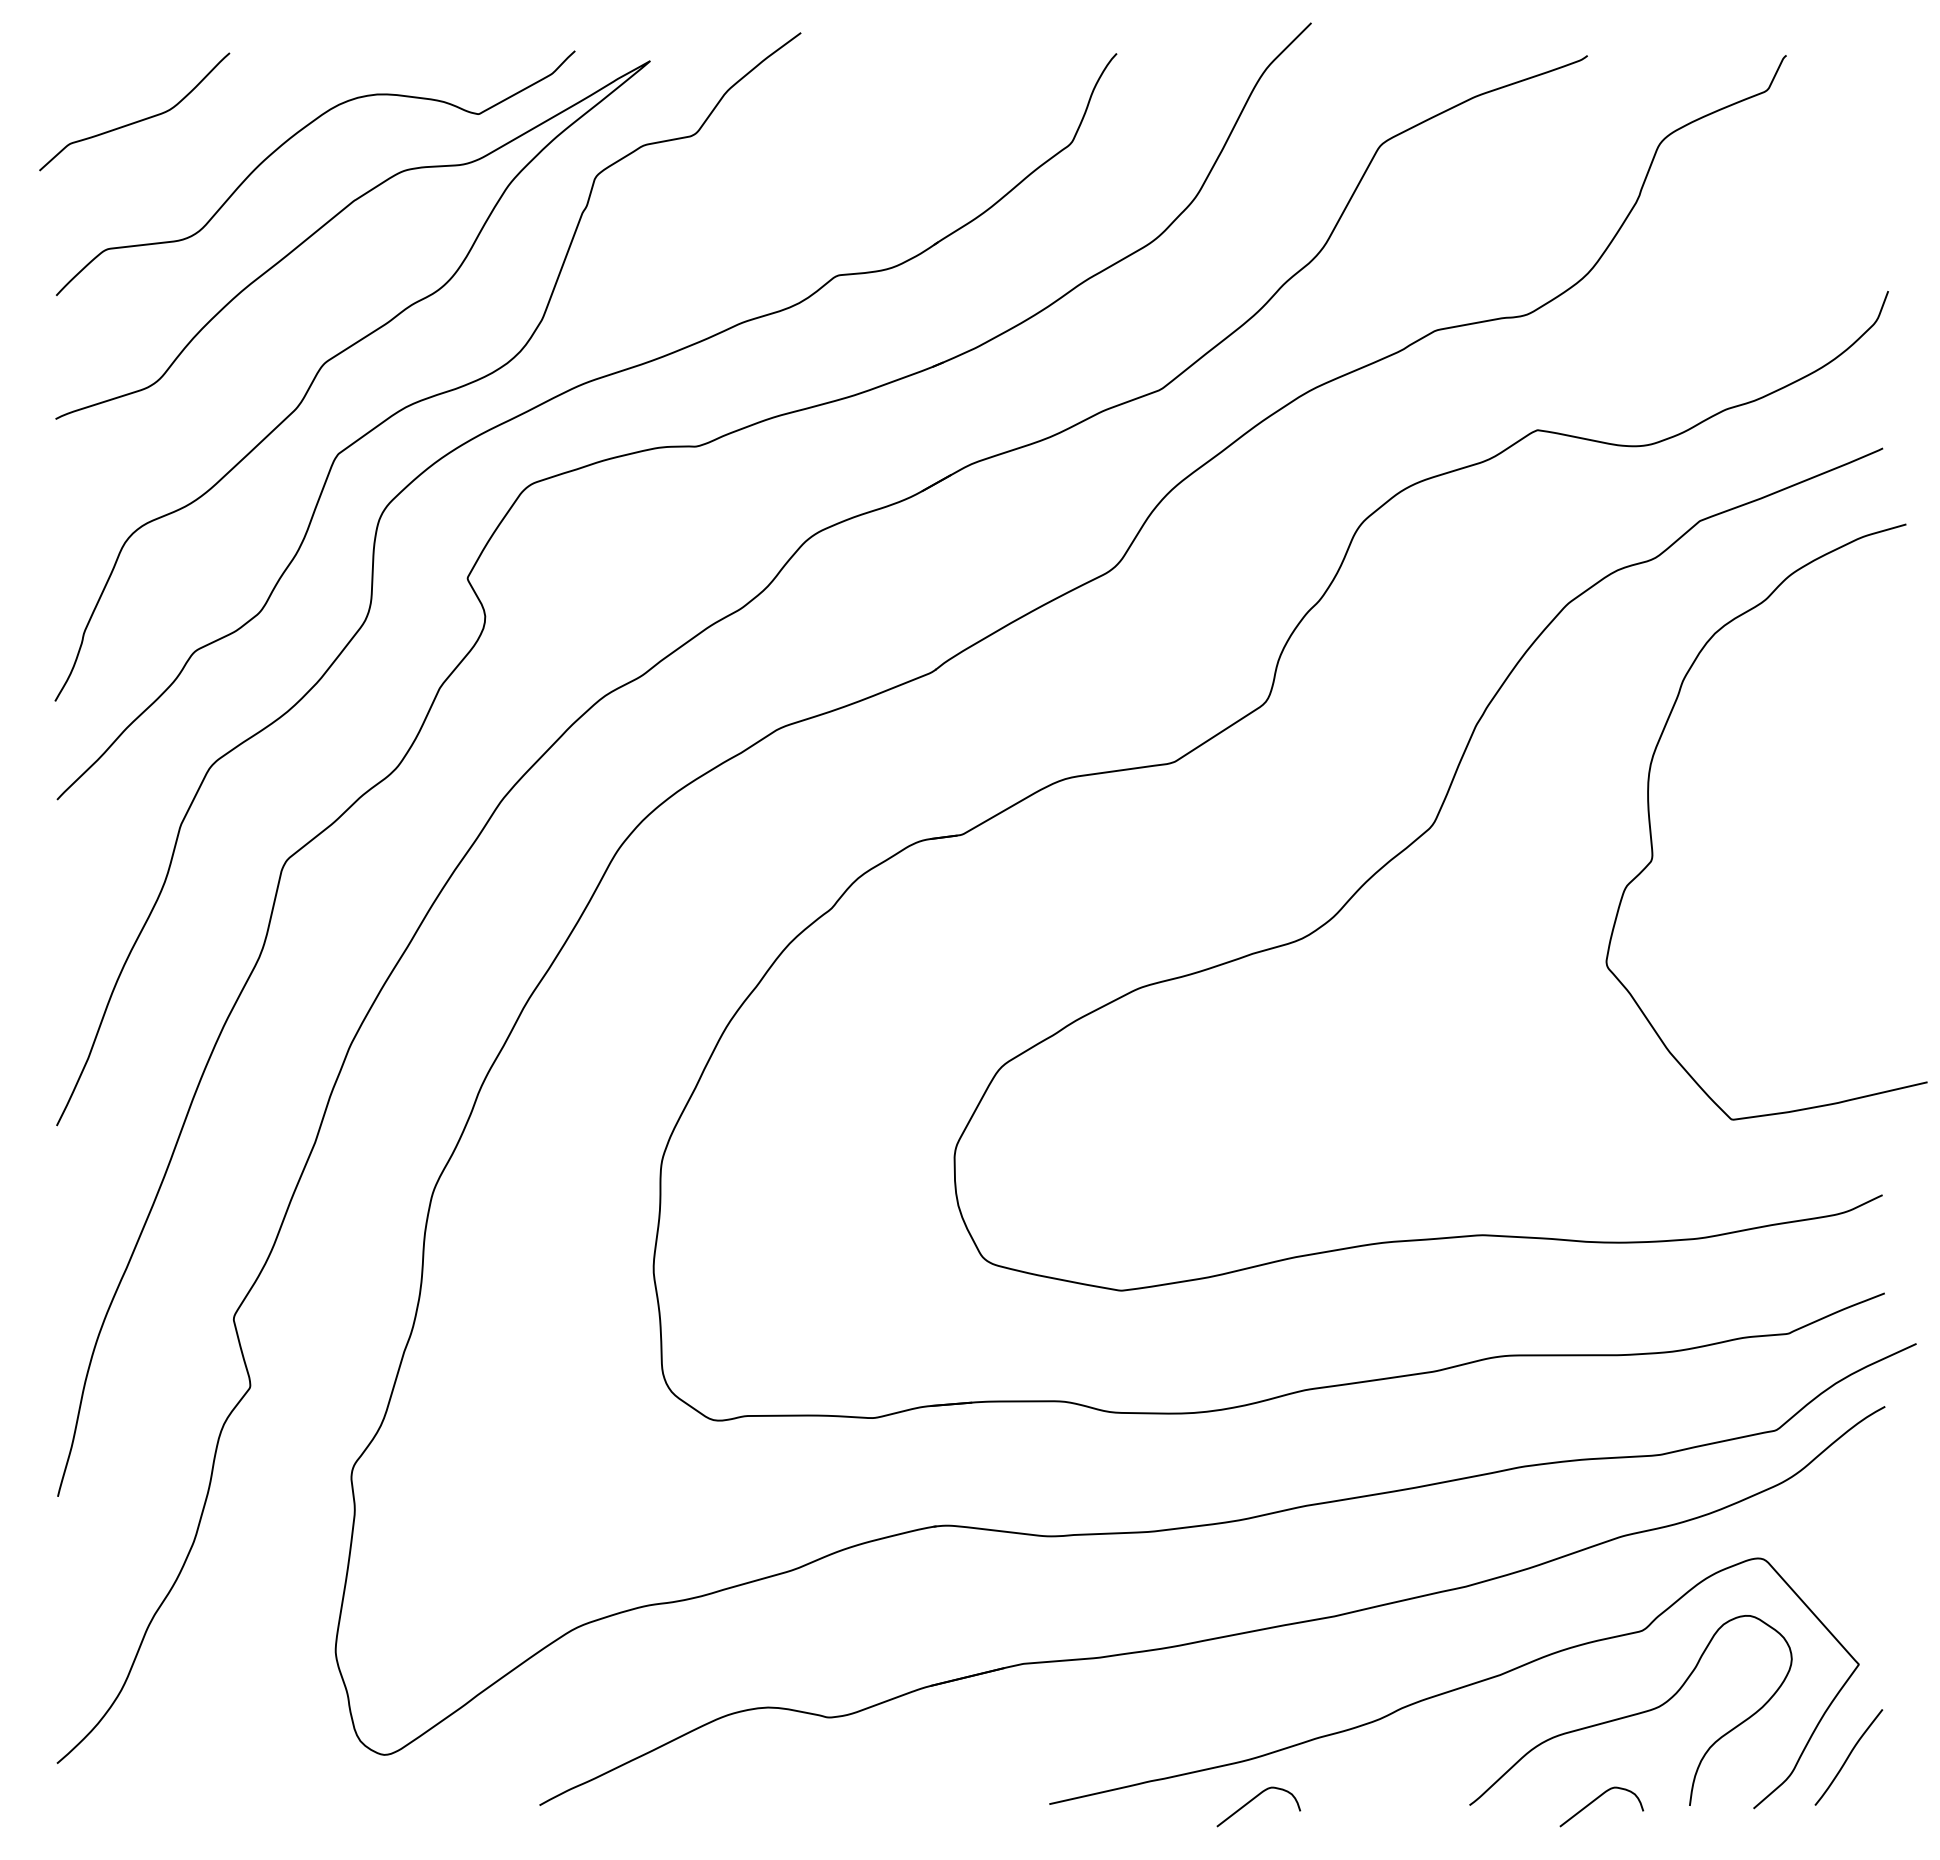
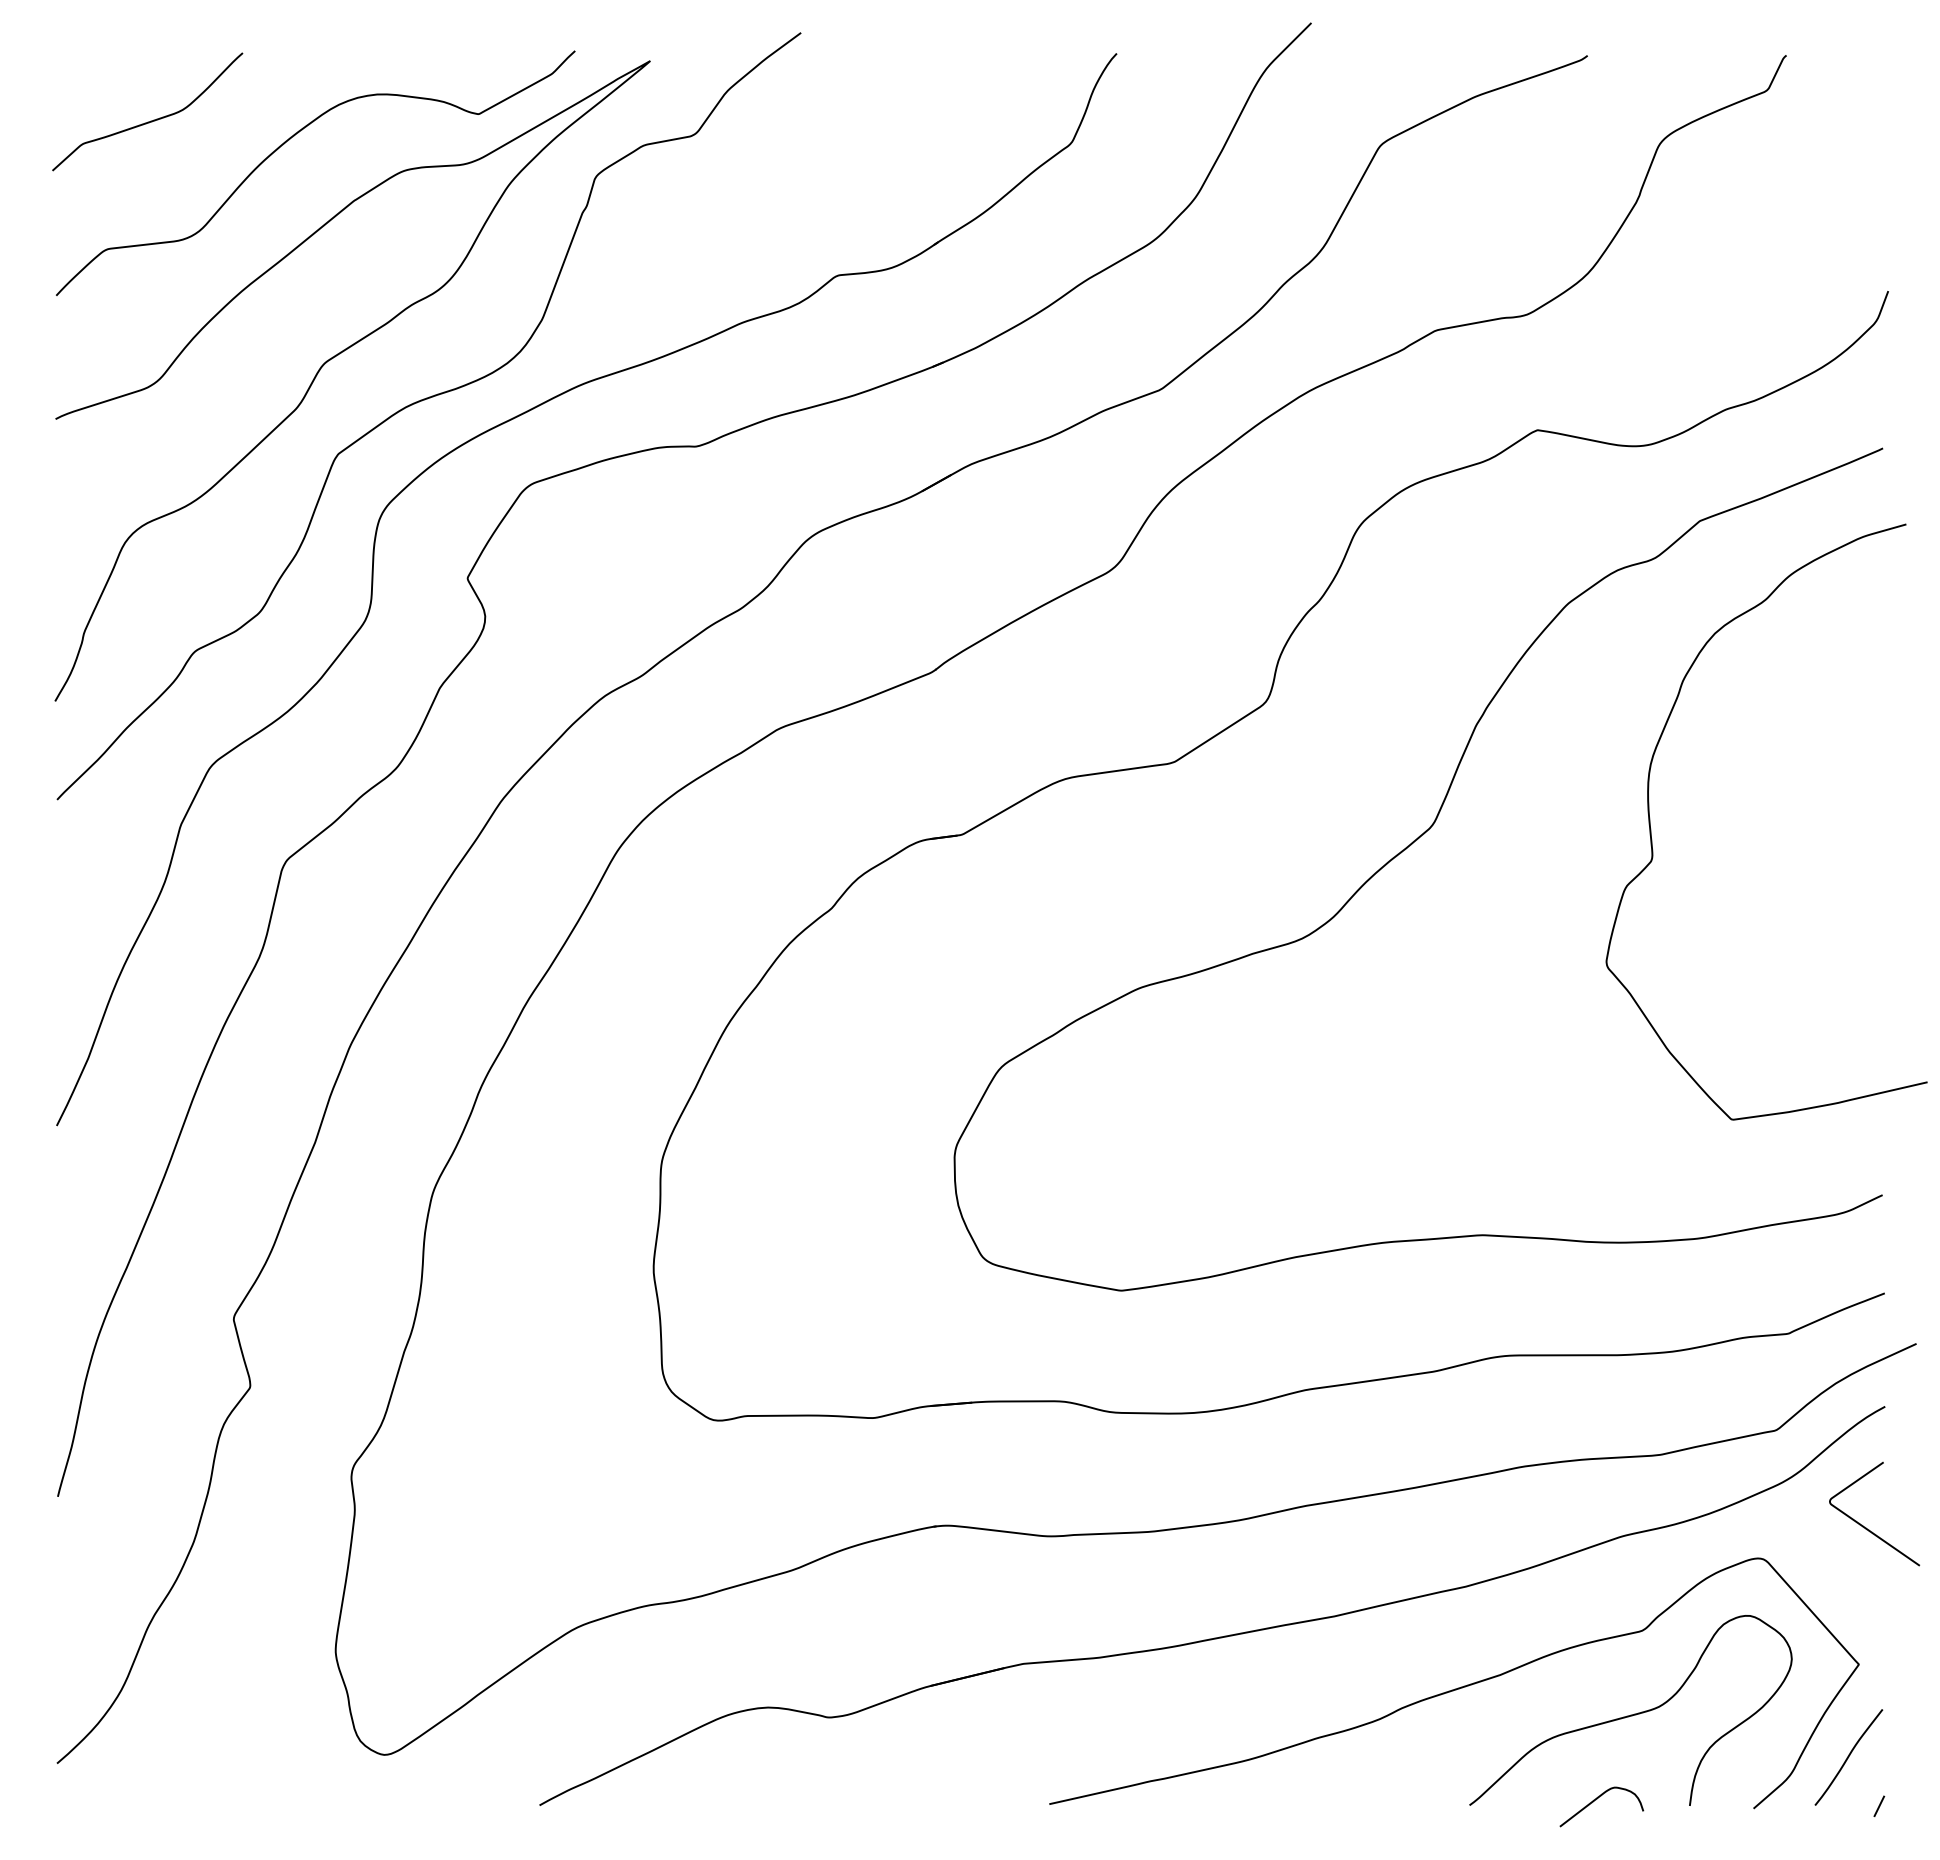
curve at (137, 120) position: (137, 120) -> (150, 120)
curve at (1866, 1527): none -> present
curve at (1254, 1799): present -> none
line at (1879, 1806): none -> present
